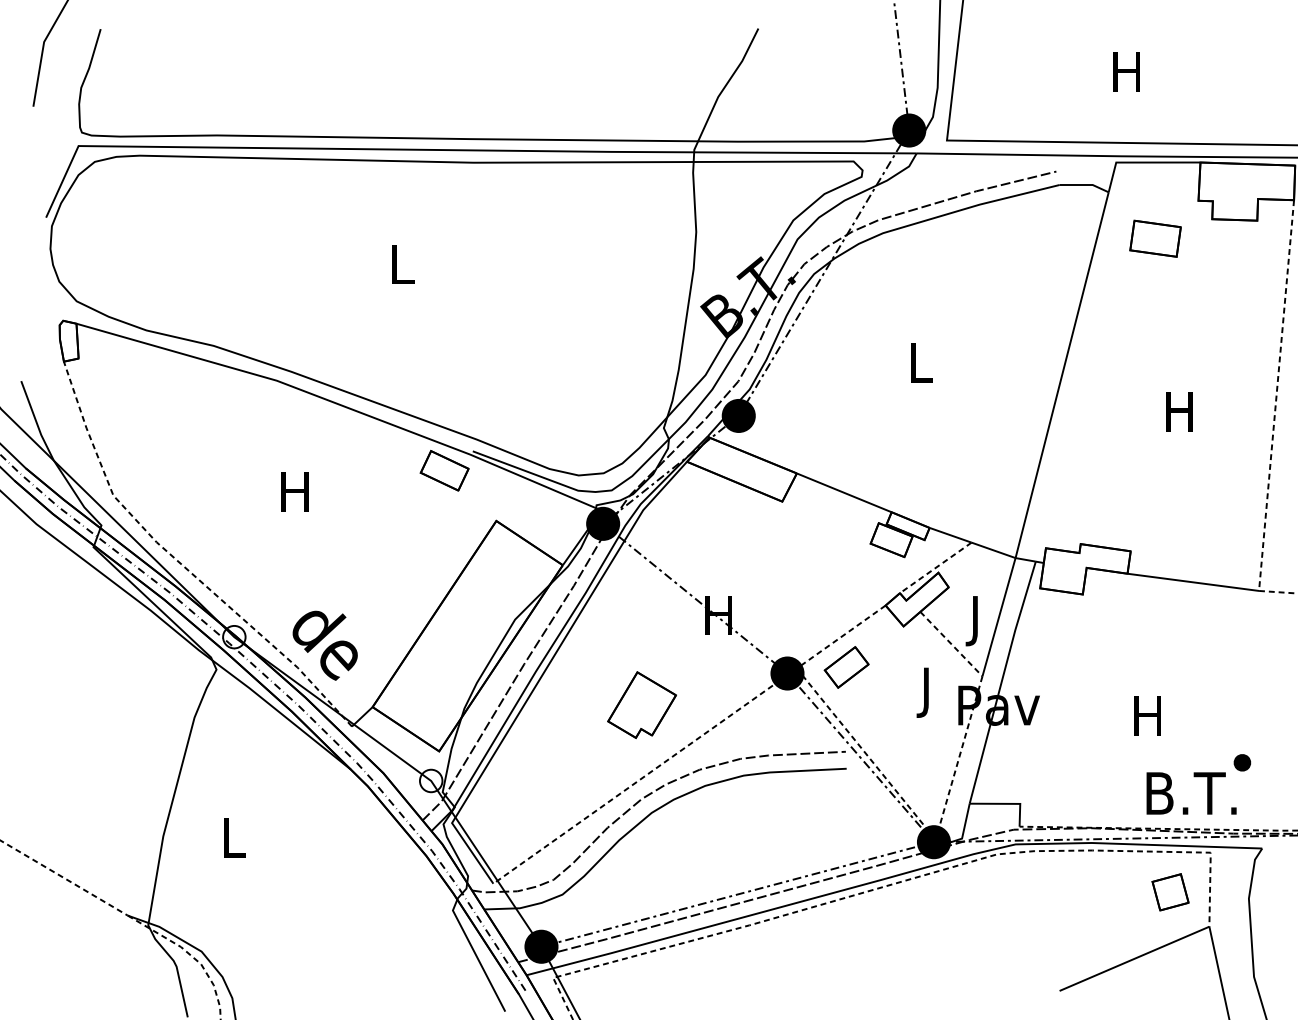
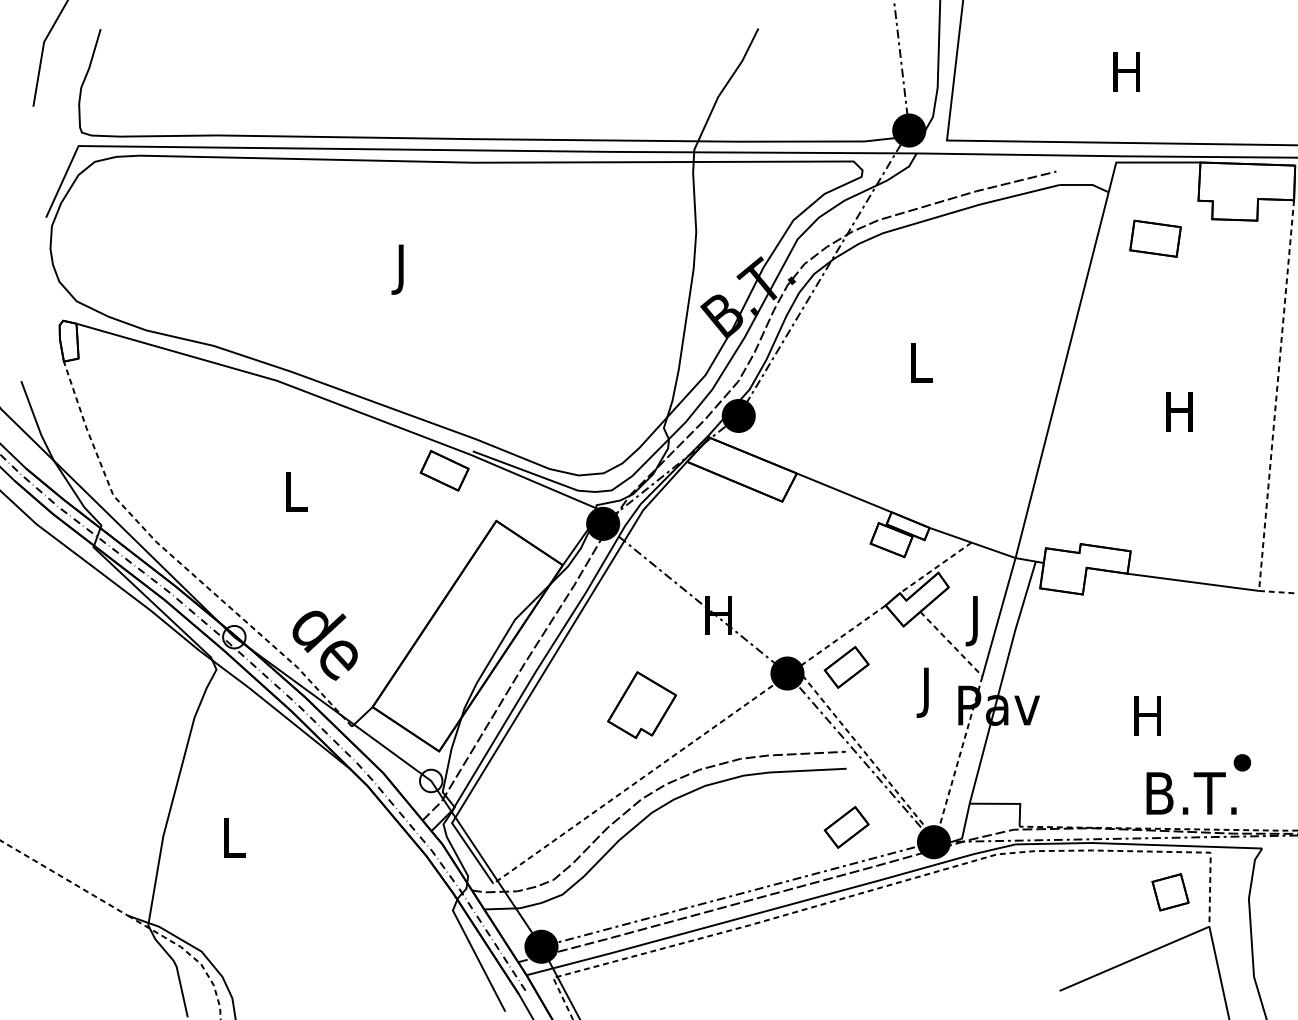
text at (402, 269): L -> J
text at (294, 491): H -> L
part at (846, 827): none -> present
